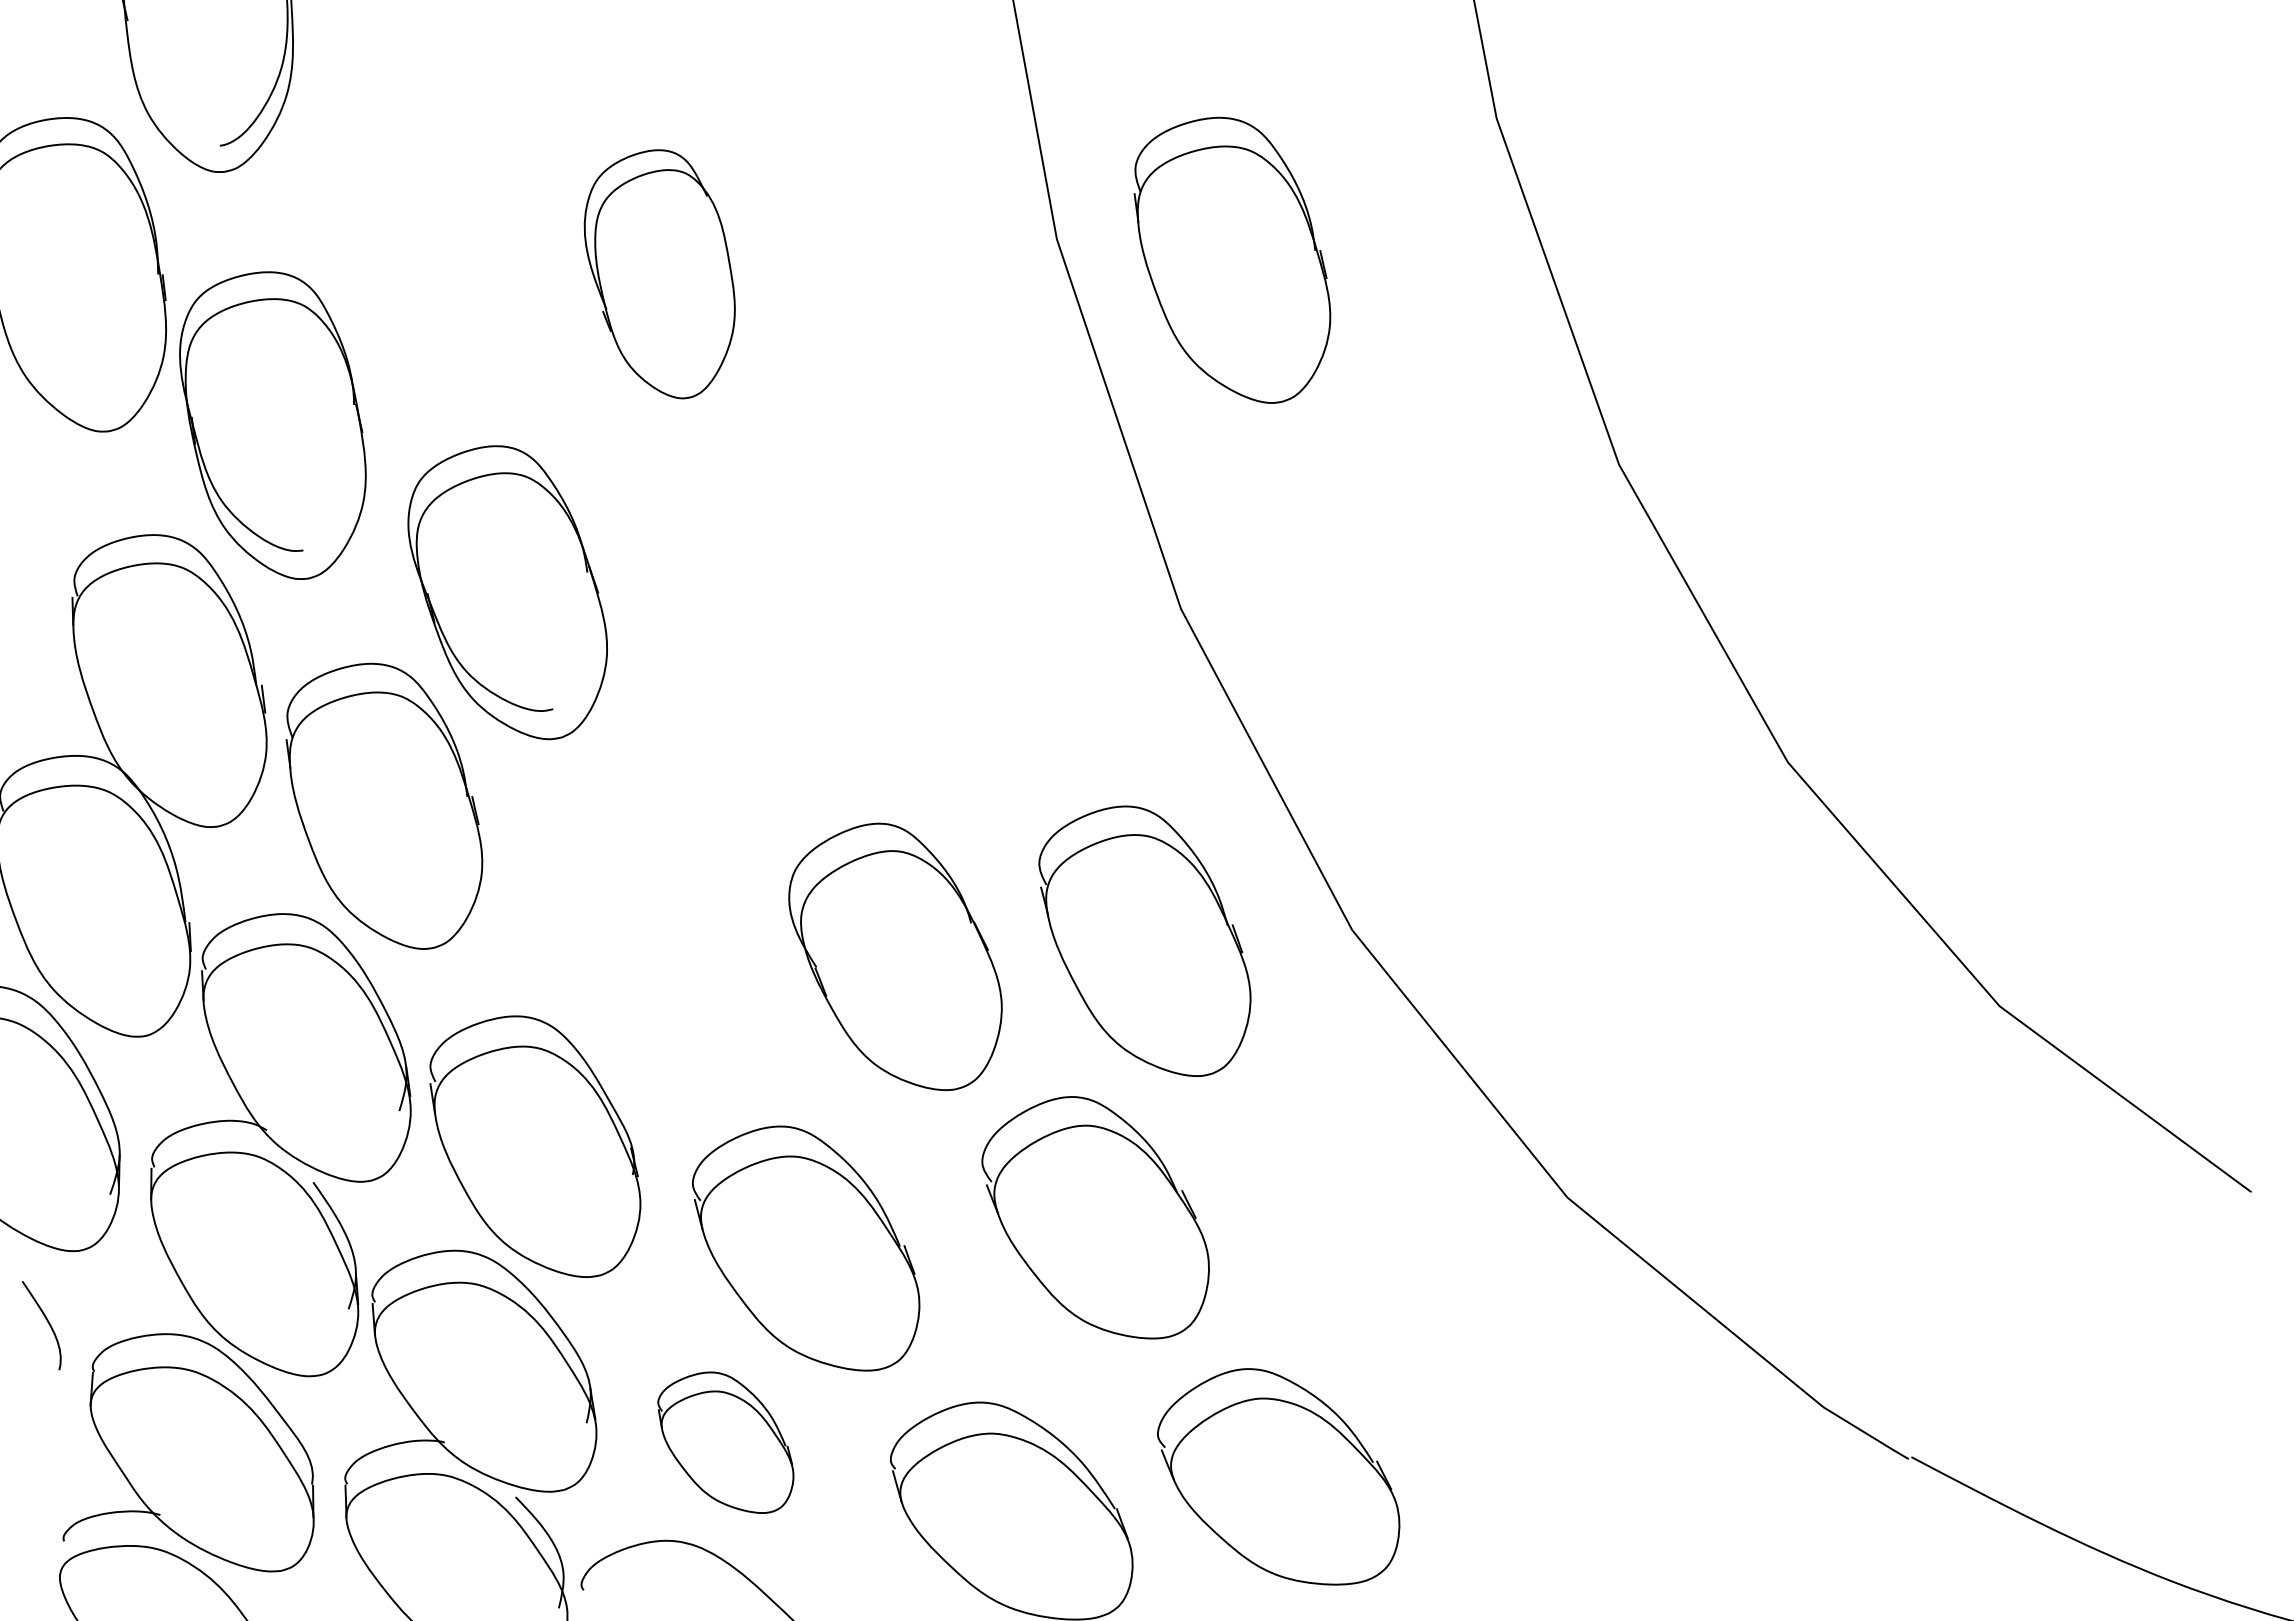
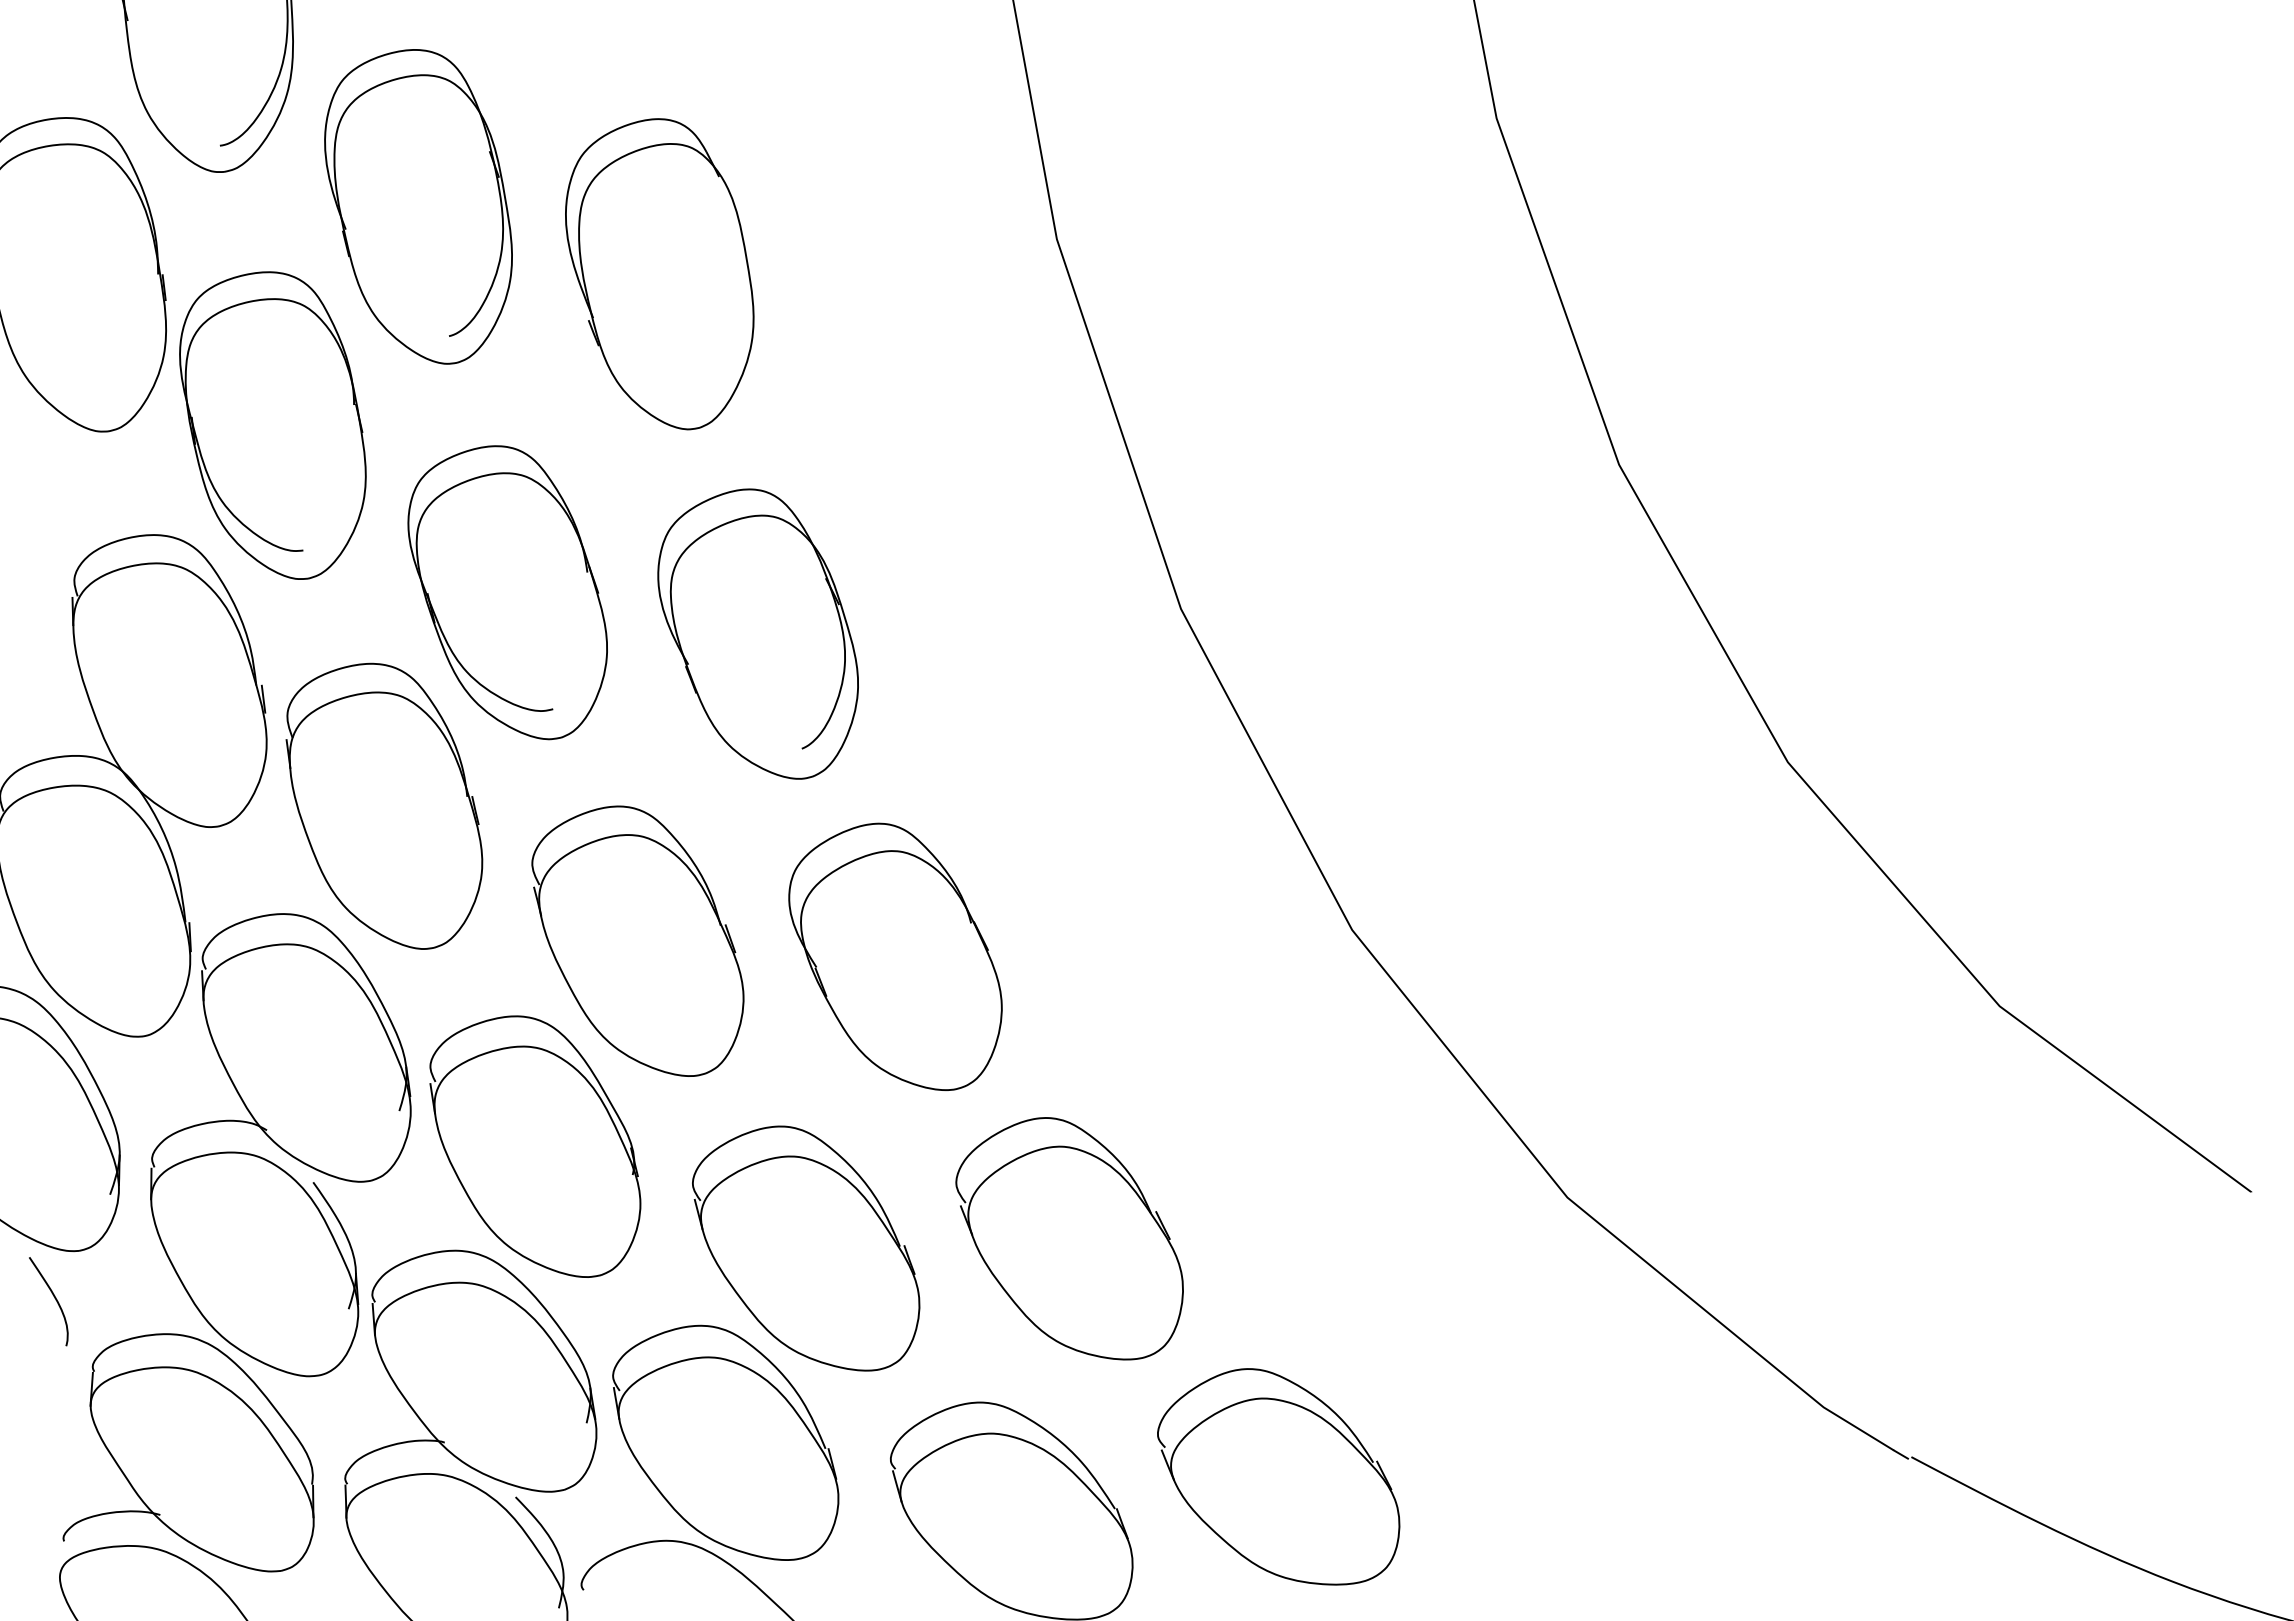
part at (418, 206): none -> present
part at (1232, 259): present -> none
part at (659, 274) size: 153x251 px -> 190x313 px
part at (757, 633): none -> present
part at (1144, 940) position: (1144, 940) -> (637, 940)
part at (1095, 1217) position: (1095, 1217) -> (1069, 1238)
curve at (47, 1322) position: (47, 1322) -> (54, 1298)
part at (725, 1442) size: 138x143 px -> 228x237 px
